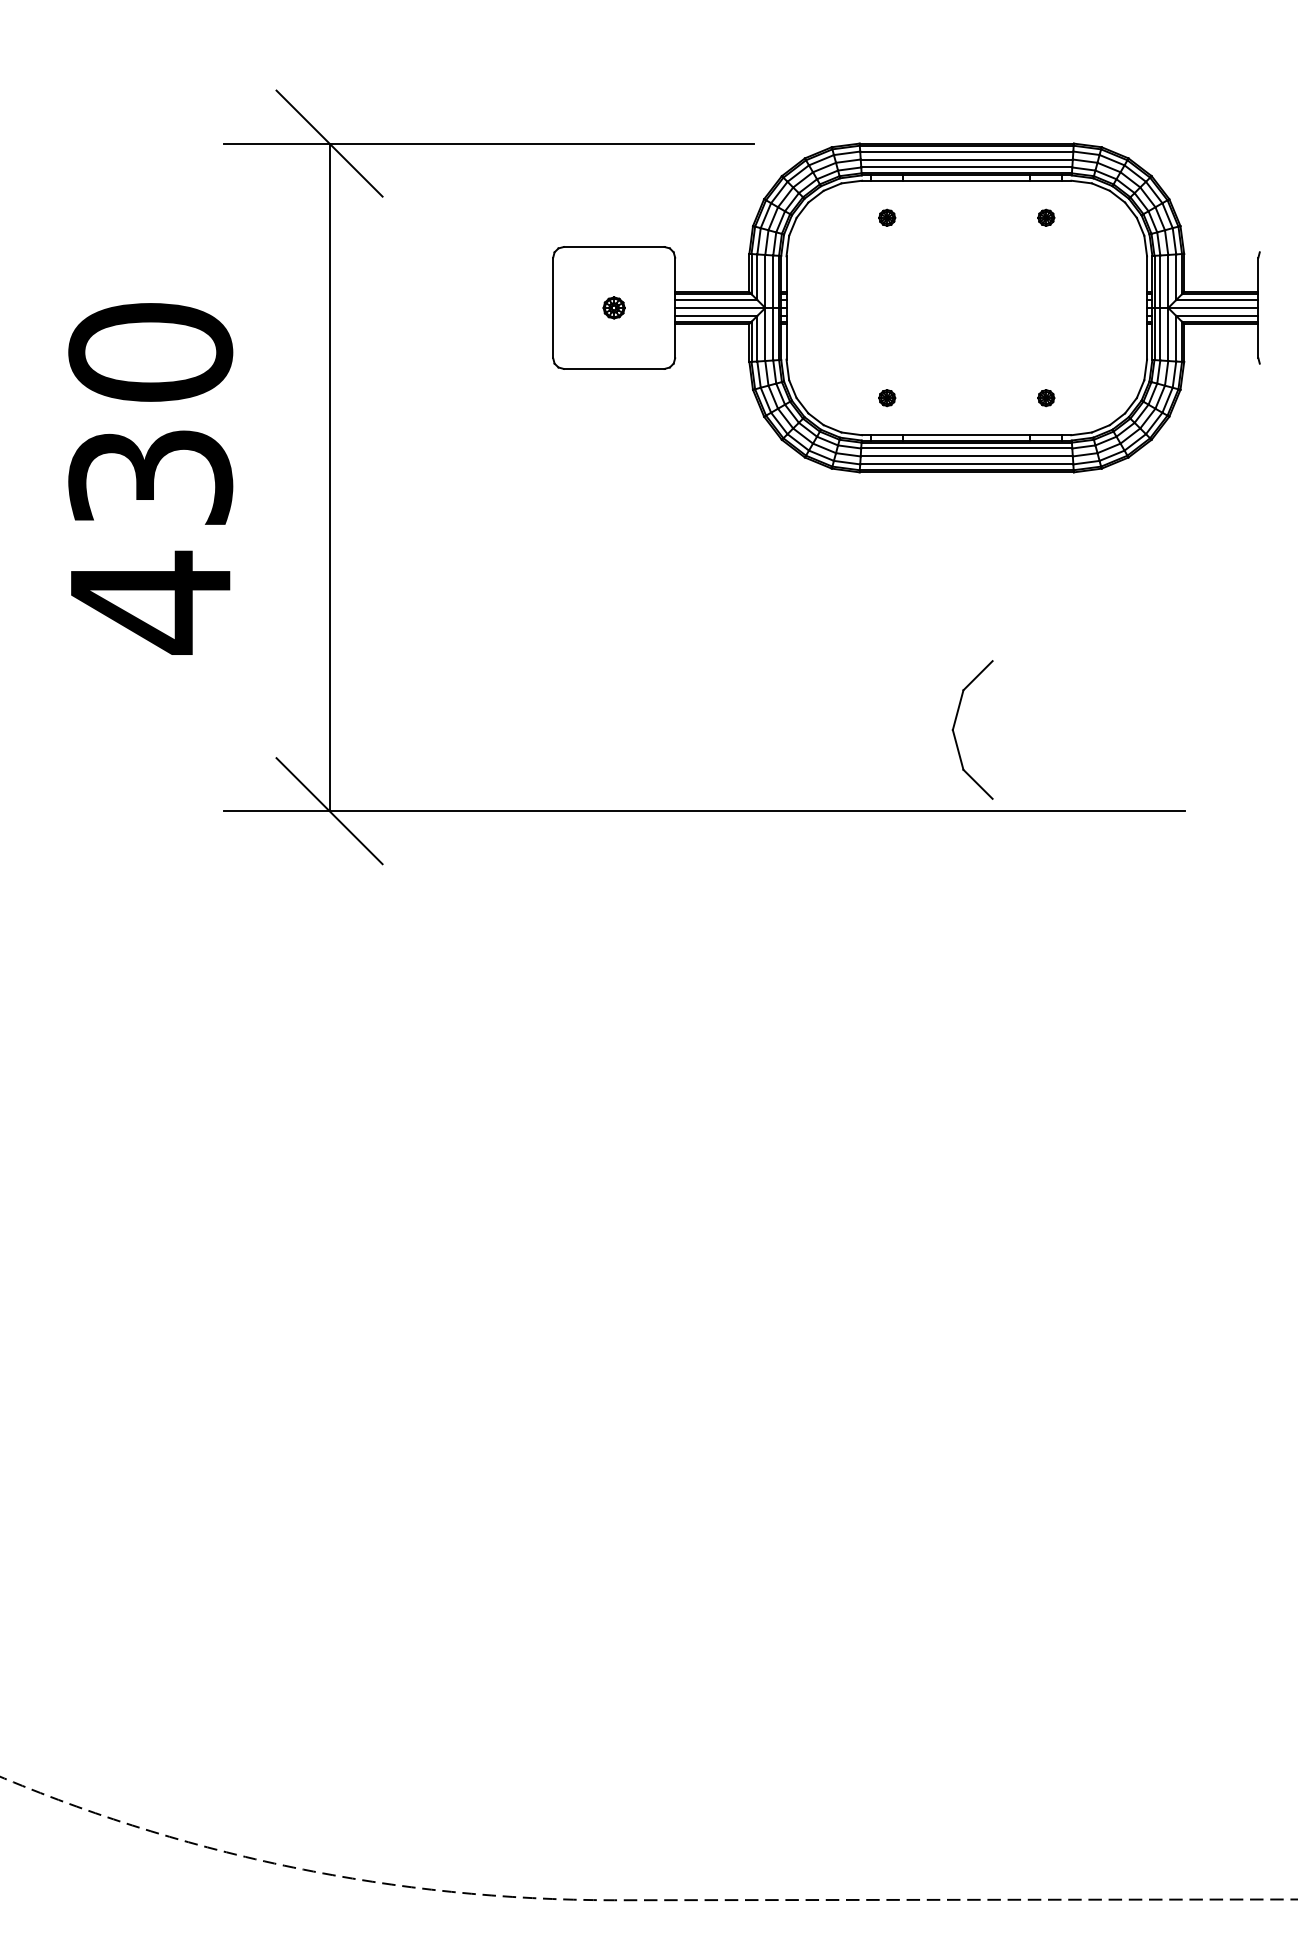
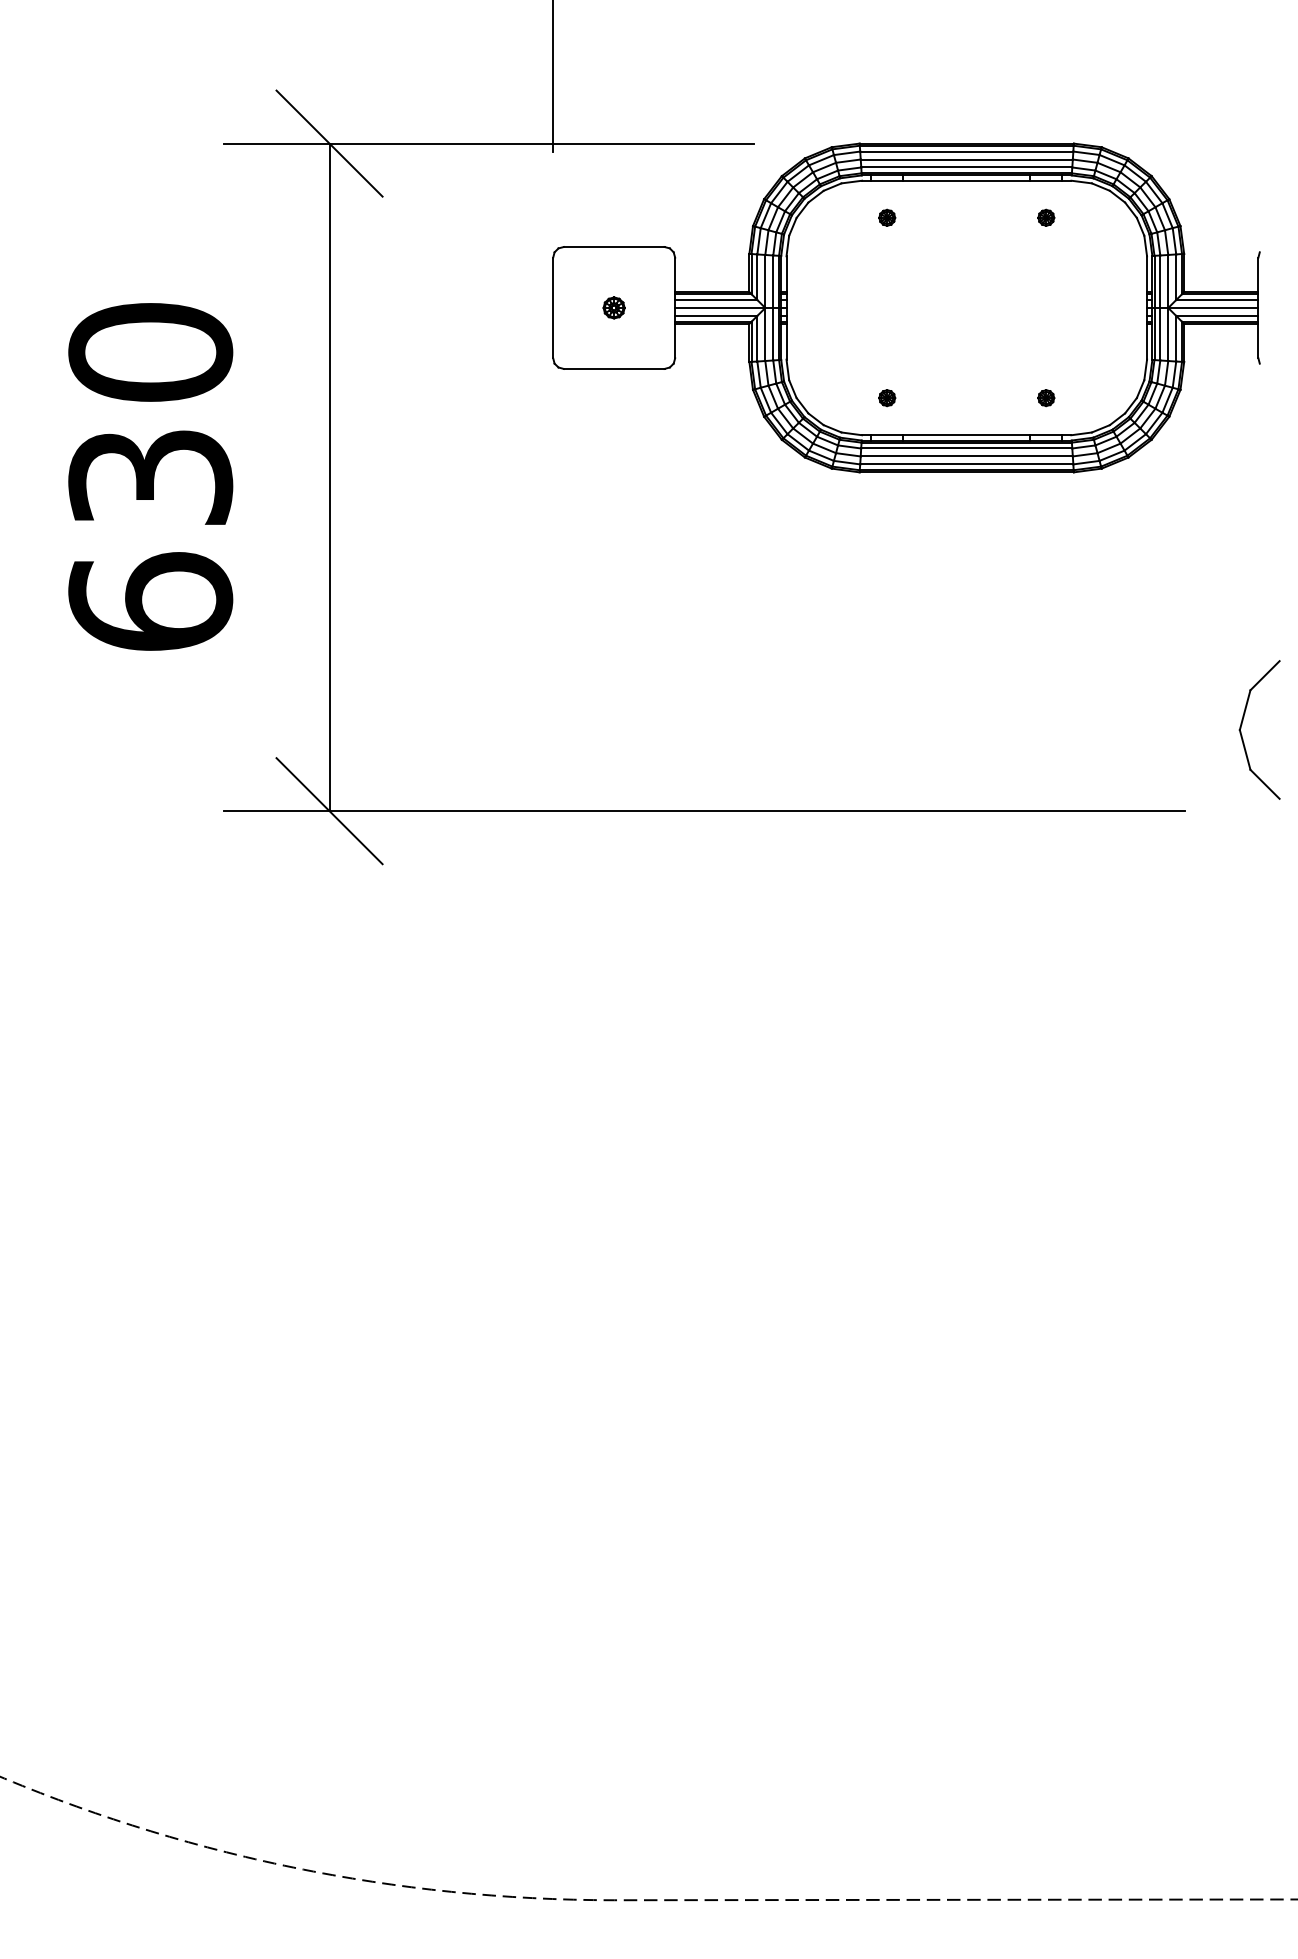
line at (553, 76): none -> present
text at (150, 602): 430 -> 630
part at (955, 724) position: (955, 724) -> (1242, 724)
